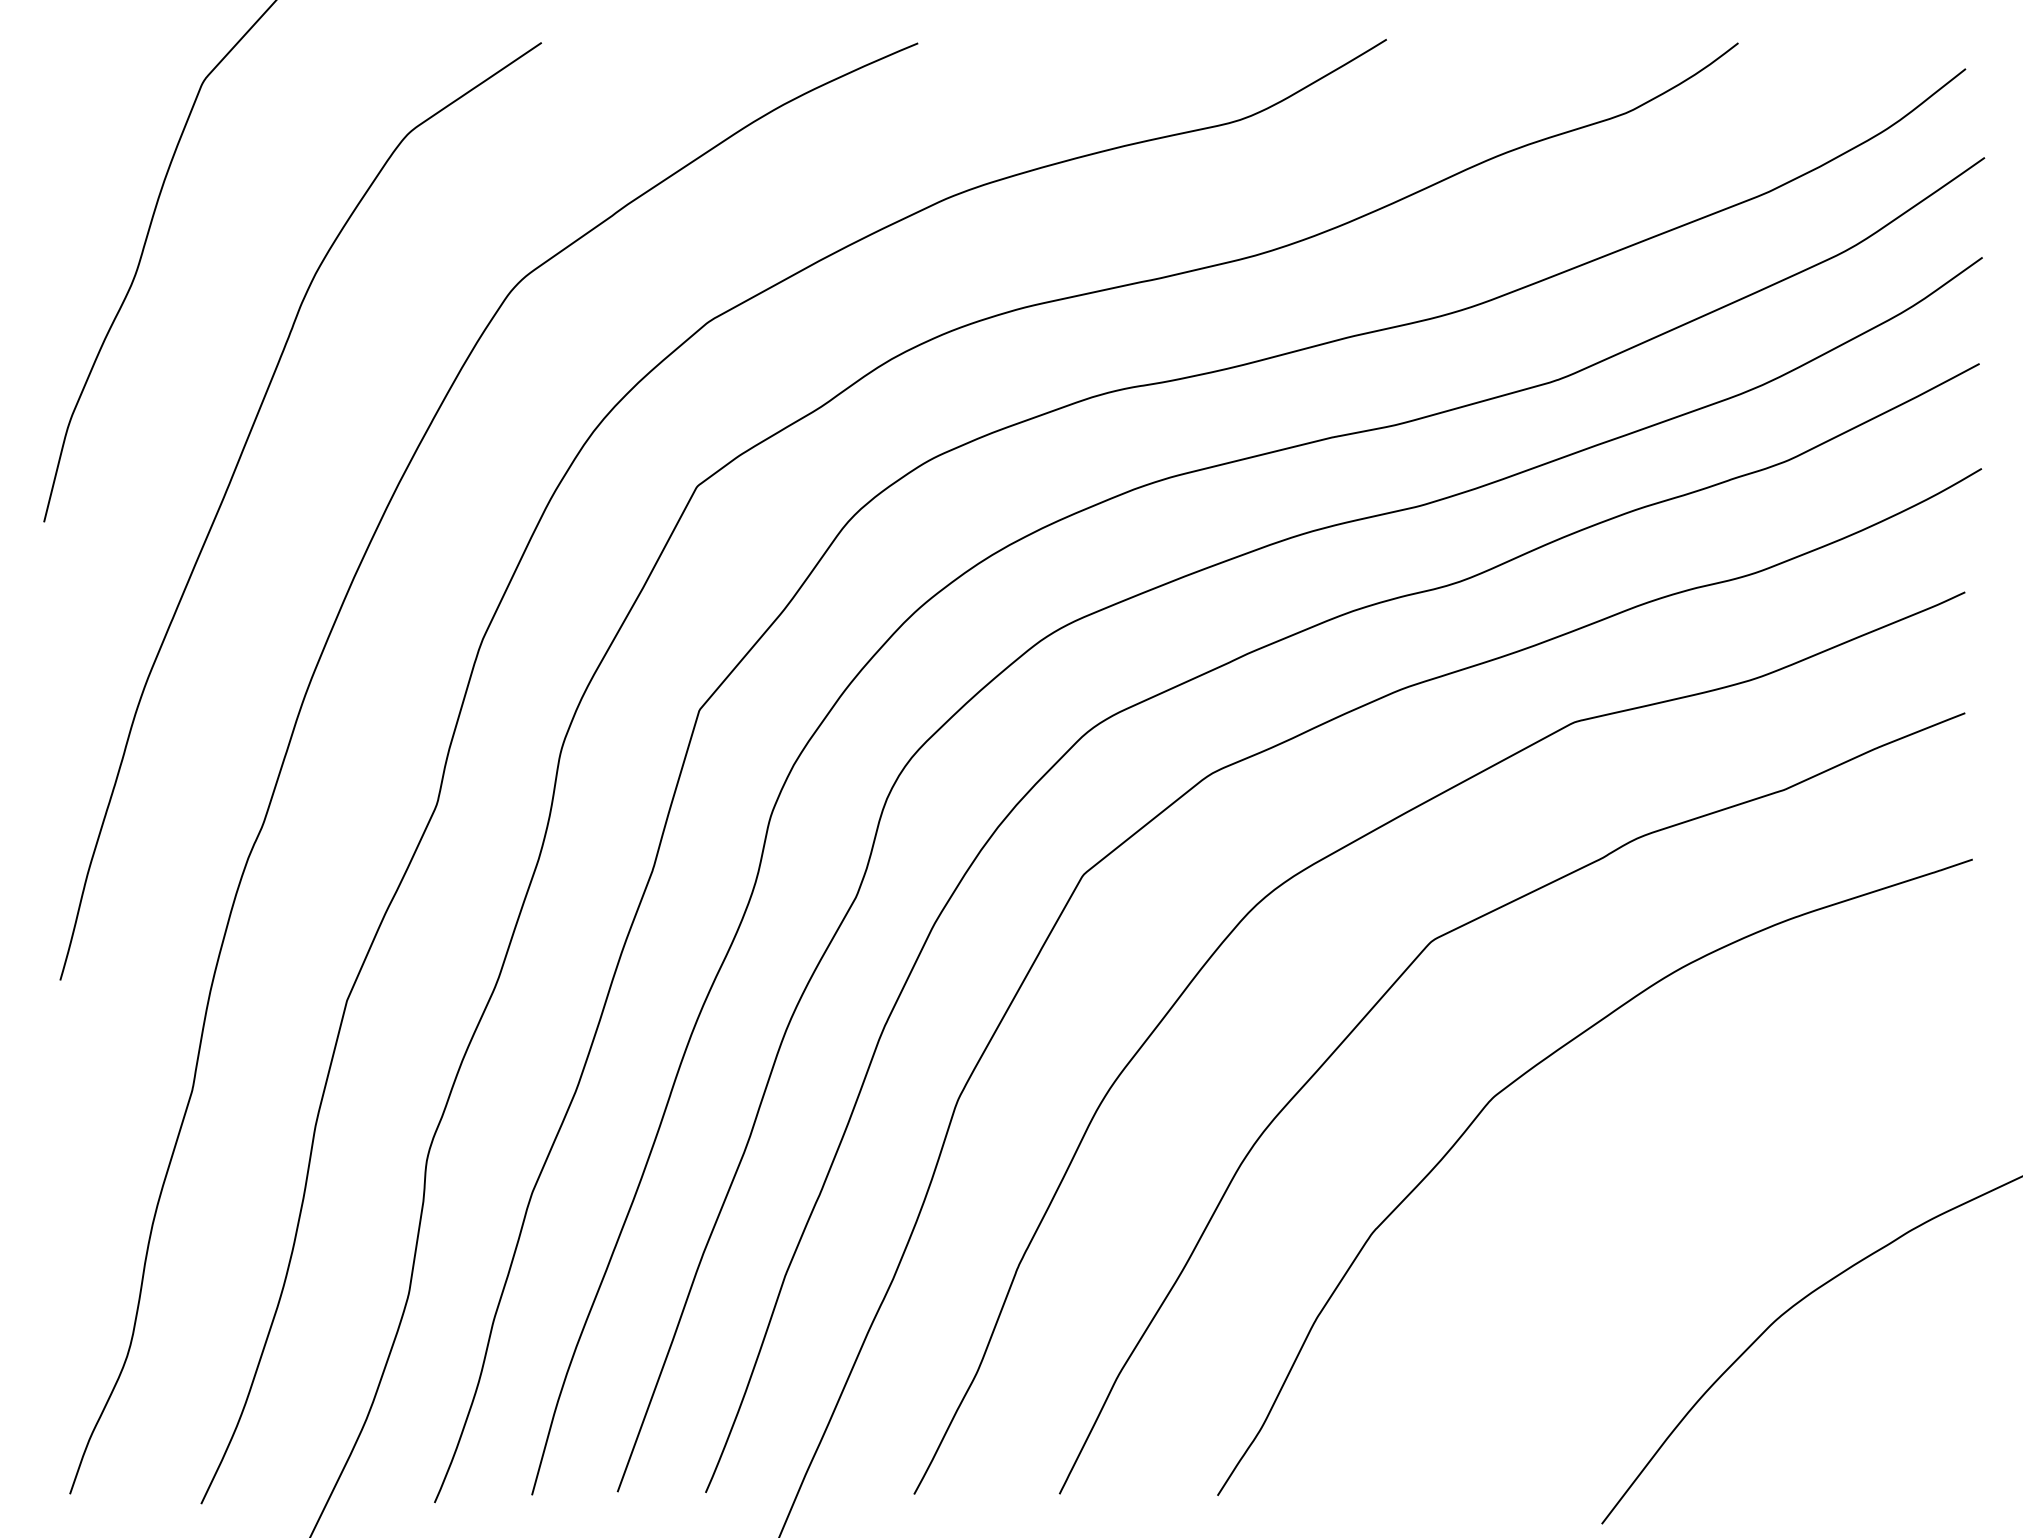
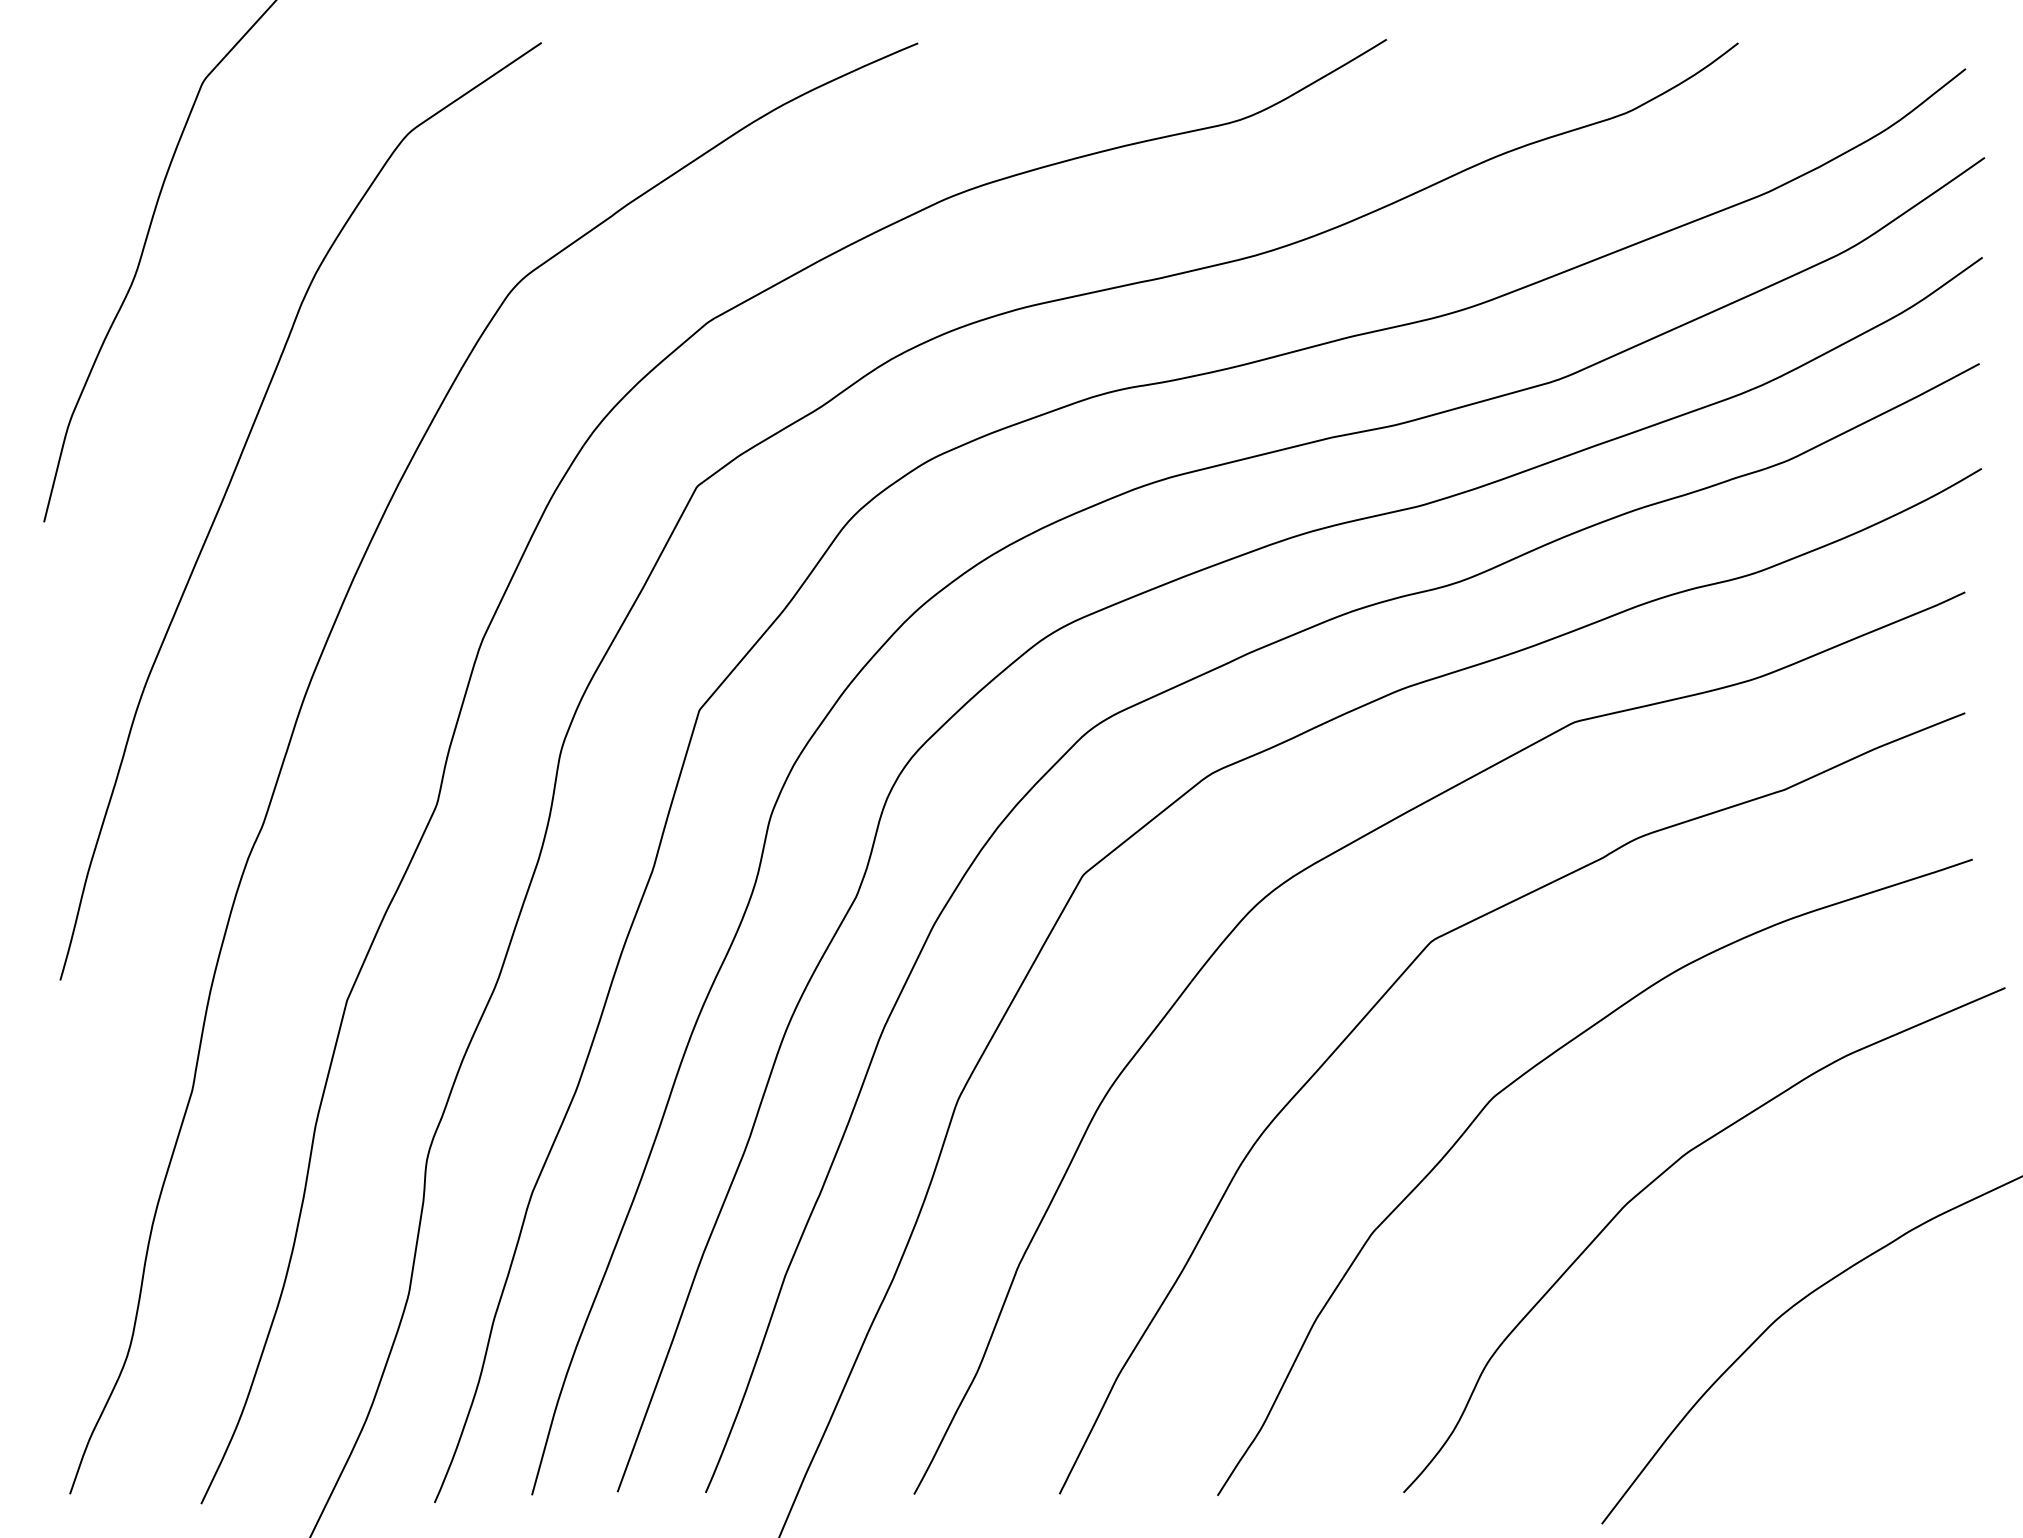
curve at (1651, 1184): none -> present
